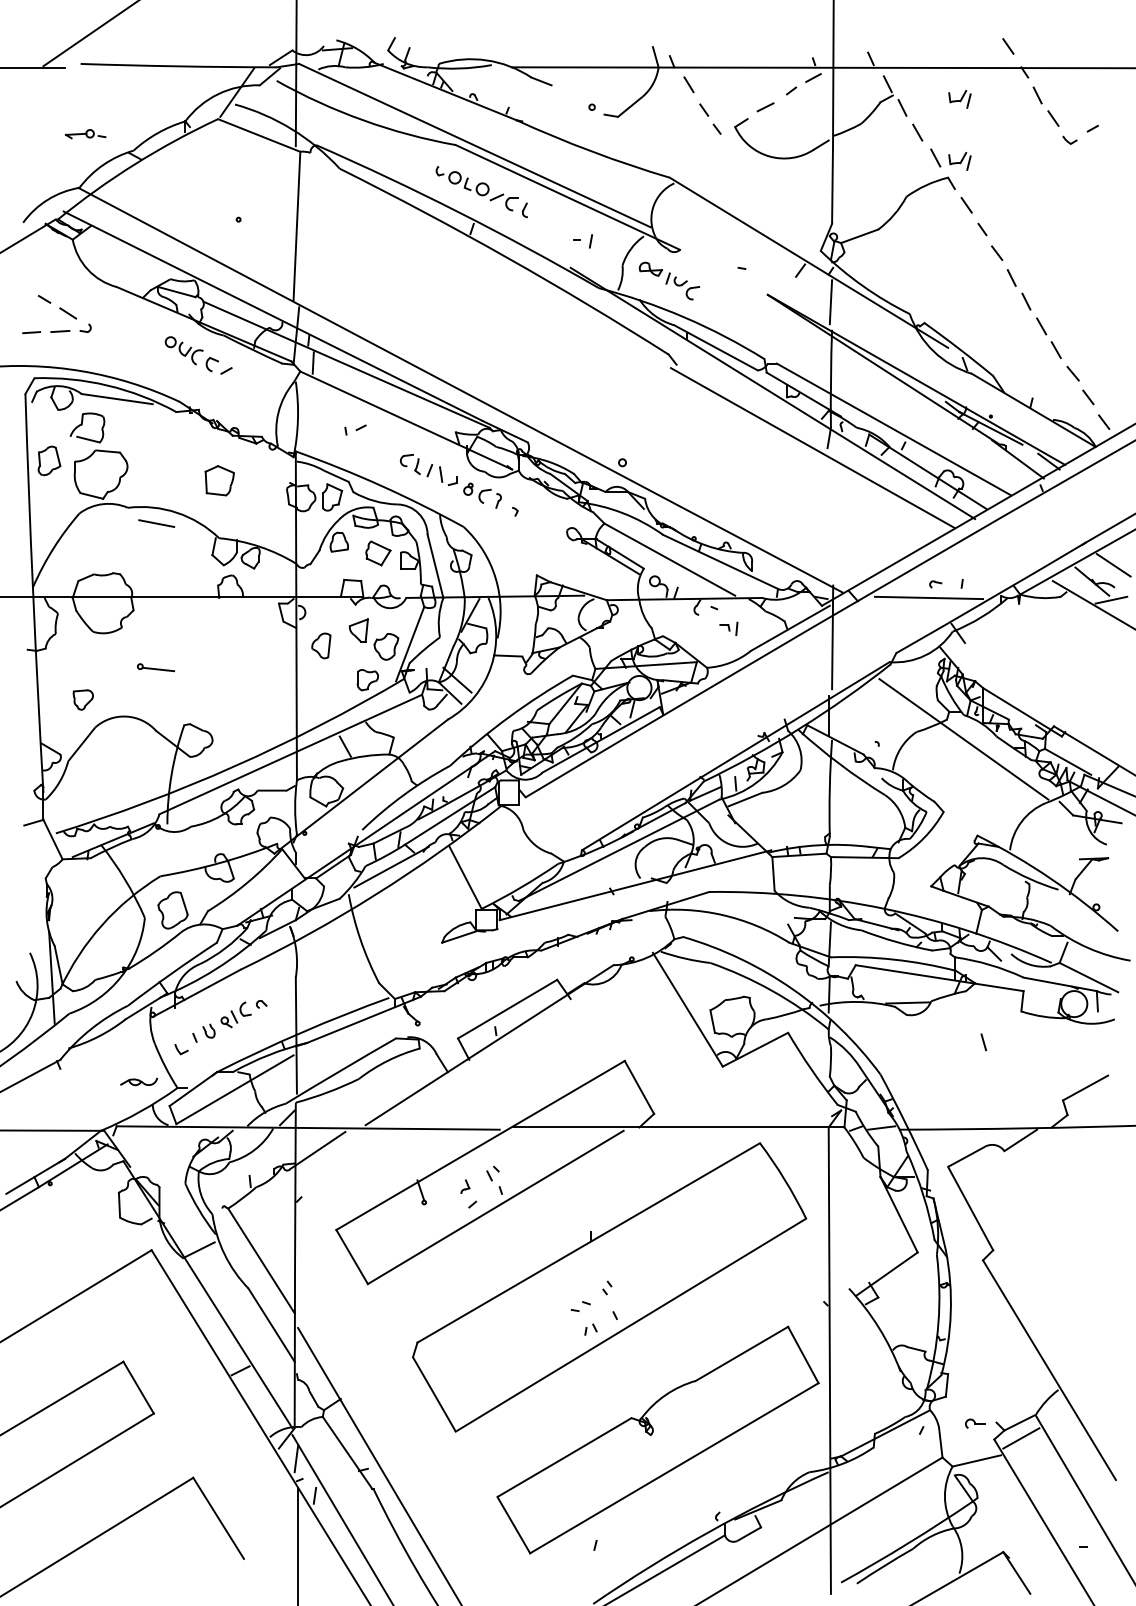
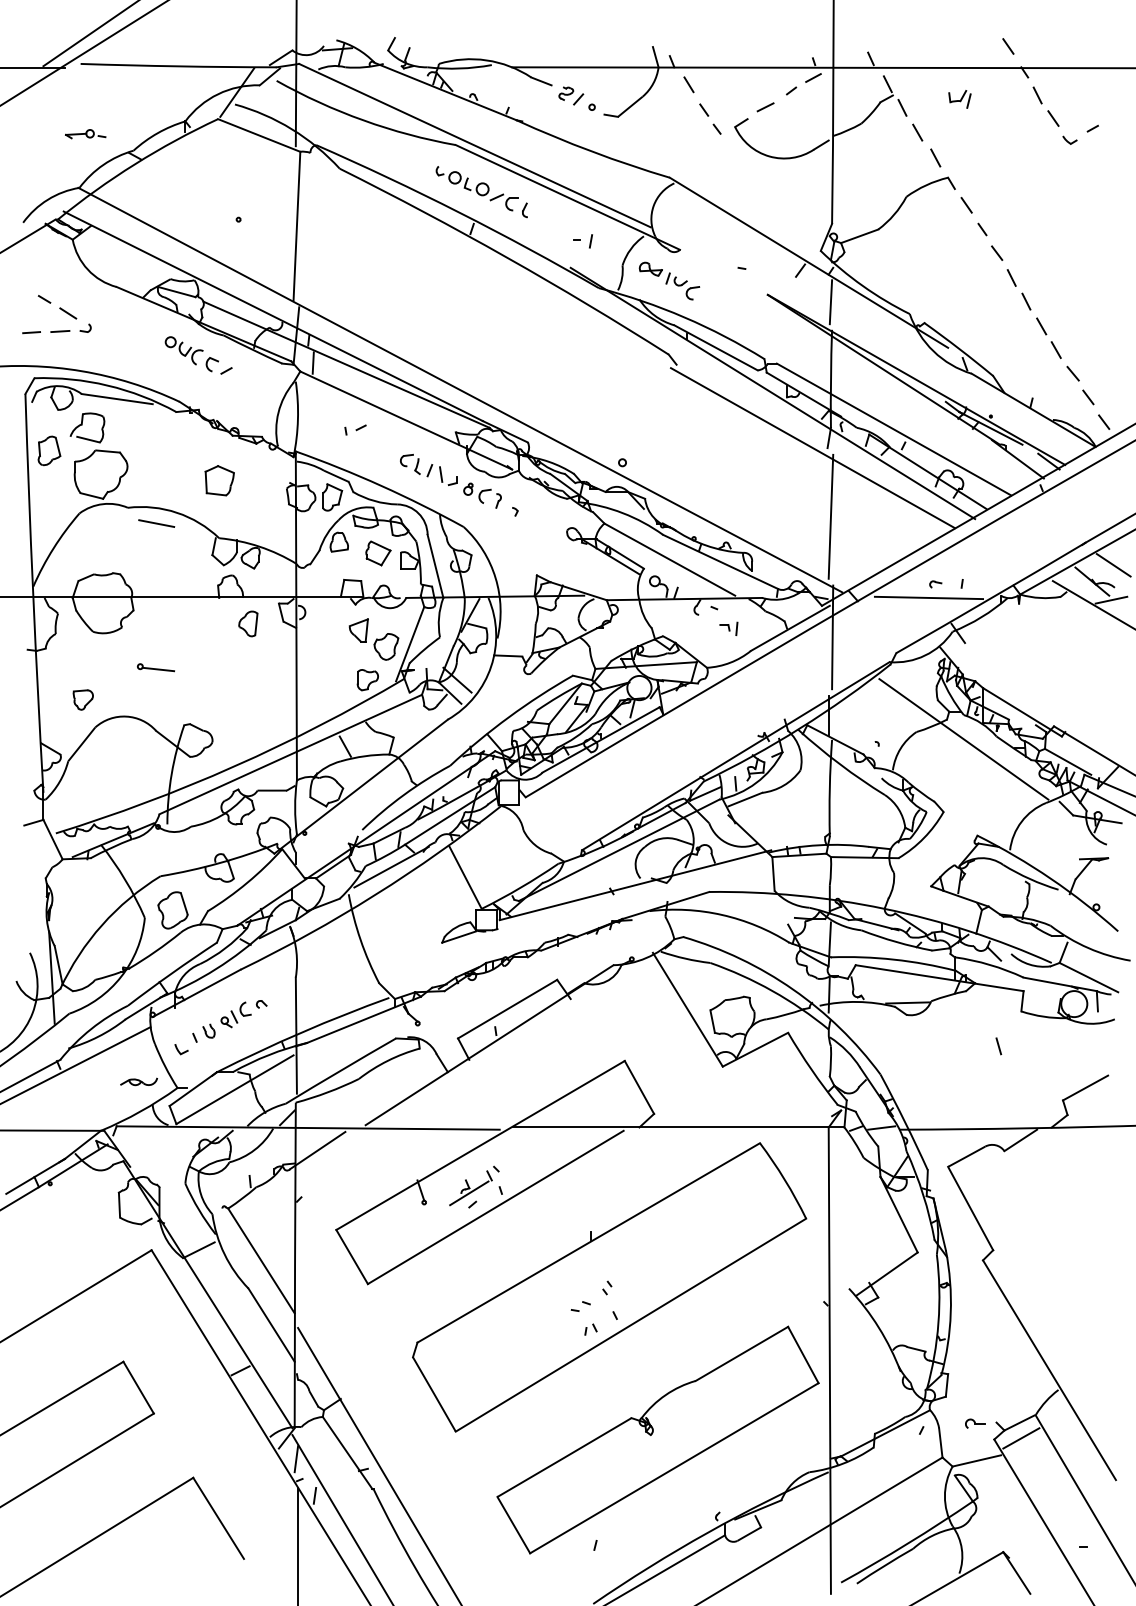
line at (83, 53): none -> present
part at (571, 95): none -> present
part at (959, 161): present -> none
part at (49, 460) position: (49, 460) -> (49, 450)
line at (830, 516): none -> present
part at (321, 645) position: (321, 645) -> (248, 623)
line at (983, 1042) position: (983, 1042) -> (998, 1046)
line at (76, 1065): none -> present
line at (469, 1193): none -> present
